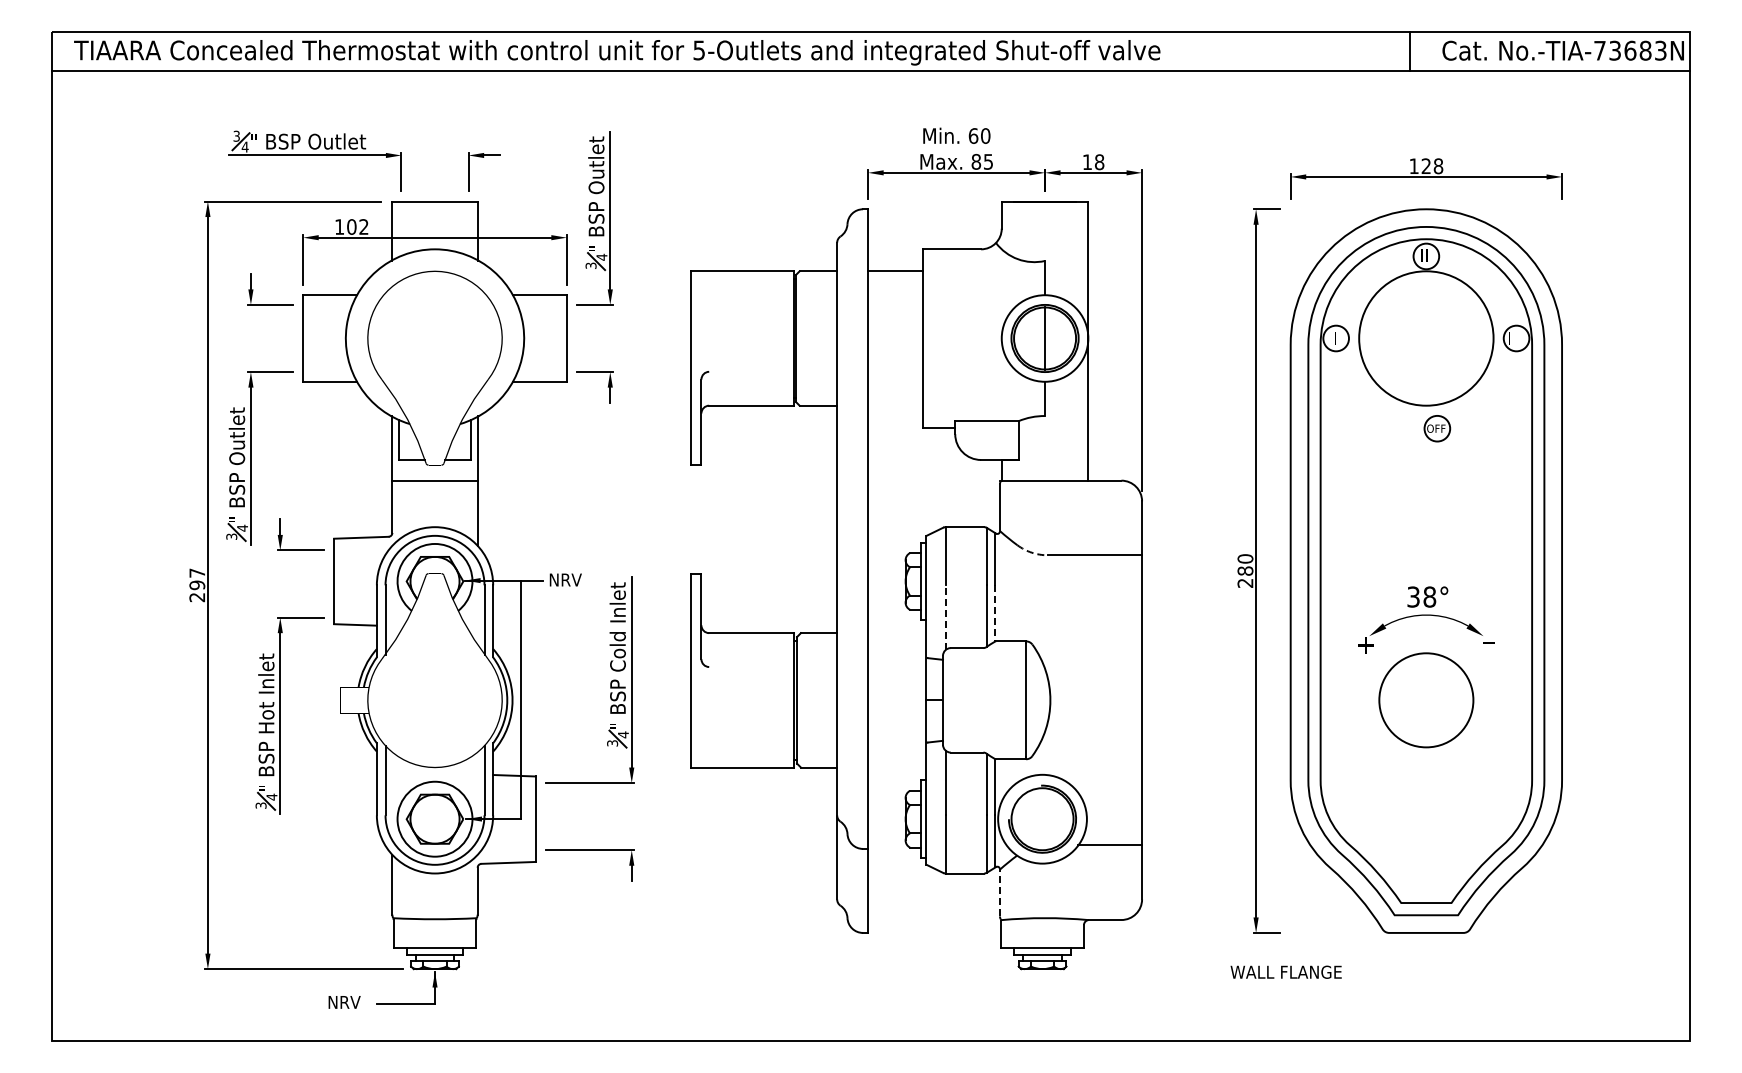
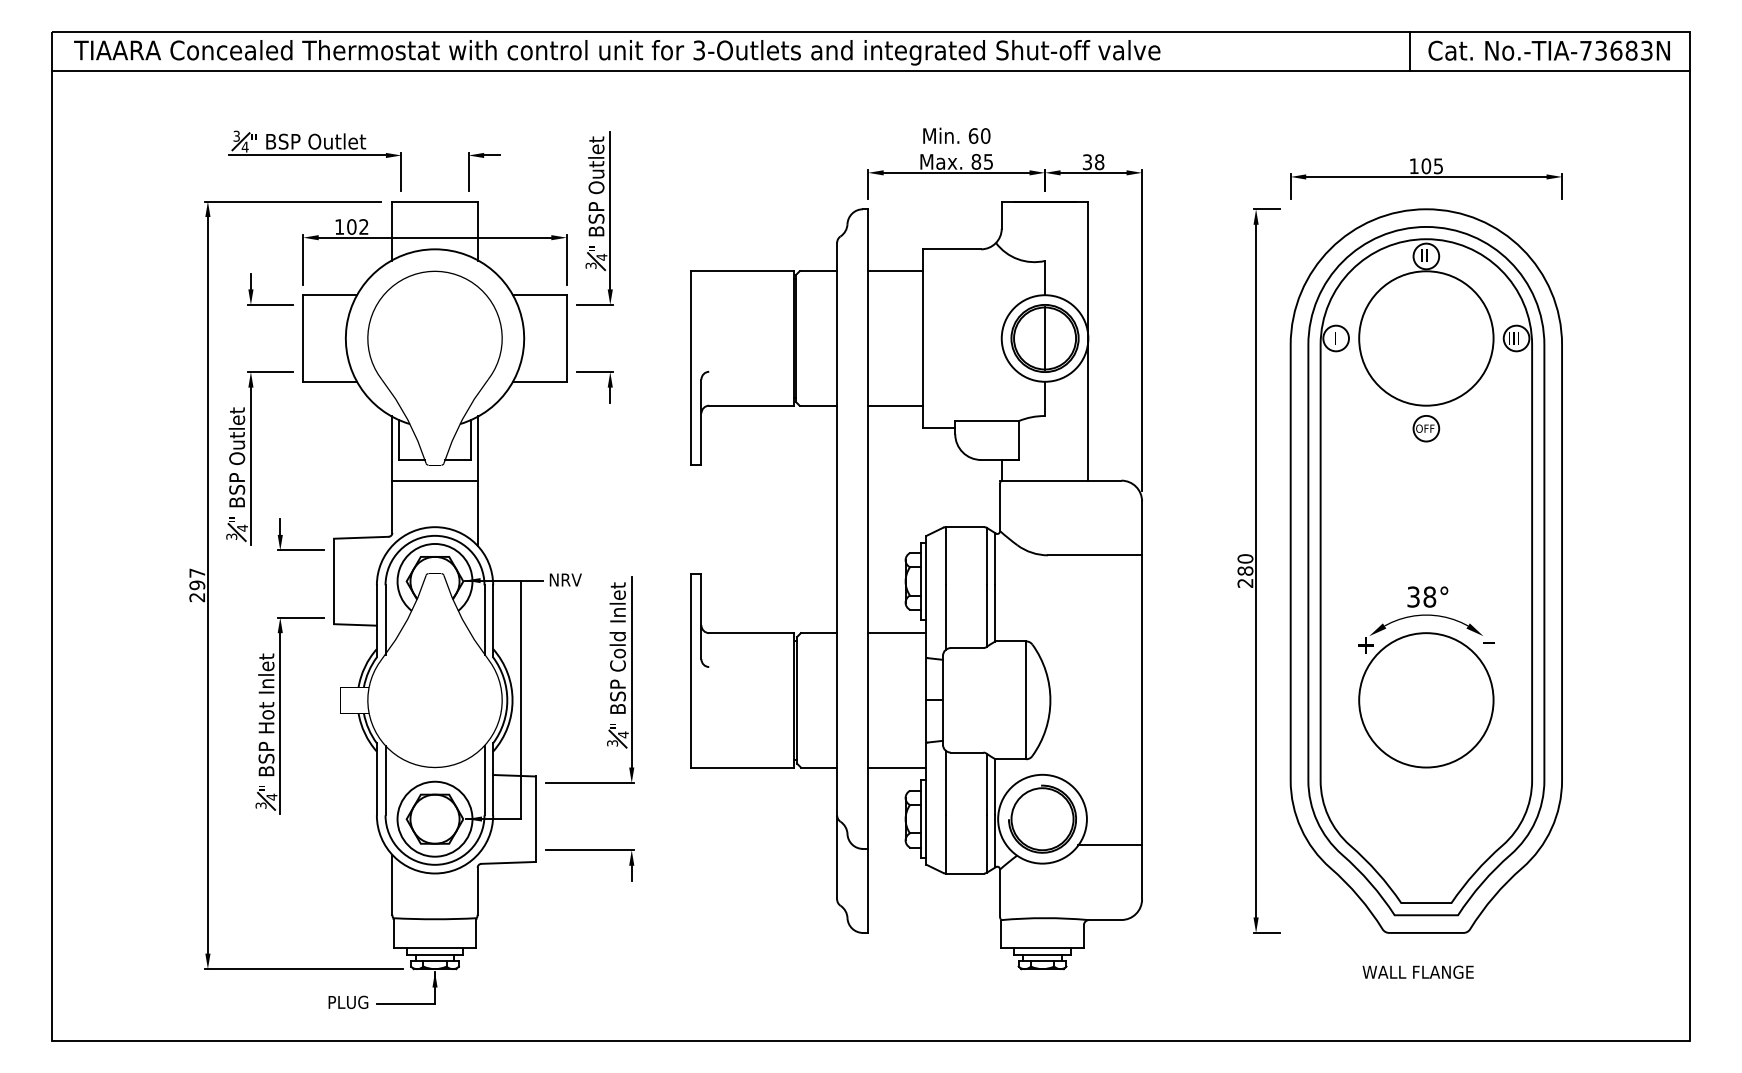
text at (699, 49): 5-Outlets -> 3-Outlets
text at (1562, 50) position: (1562, 50) -> (1548, 50)
text at (1086, 162): 18 -> 38
text at (1432, 166): 128 -> 105
text at (1515, 338): I -> III
line at (895, 405): none -> present
part at (1437, 428) position: (1437, 428) -> (1426, 428)
arc at (1031, 552): dashed -> solid
line at (995, 613): dashed -> solid
line at (945, 617): dashed -> solid
line at (897, 633): none -> present
circle at (1426, 700) diameter: 94 px -> 134 px
line at (897, 767): none -> present
line at (999, 892): dashed -> solid
text at (1285, 971) position: (1285, 971) -> (1417, 971)
text at (349, 1002): NRV -> PLUG
